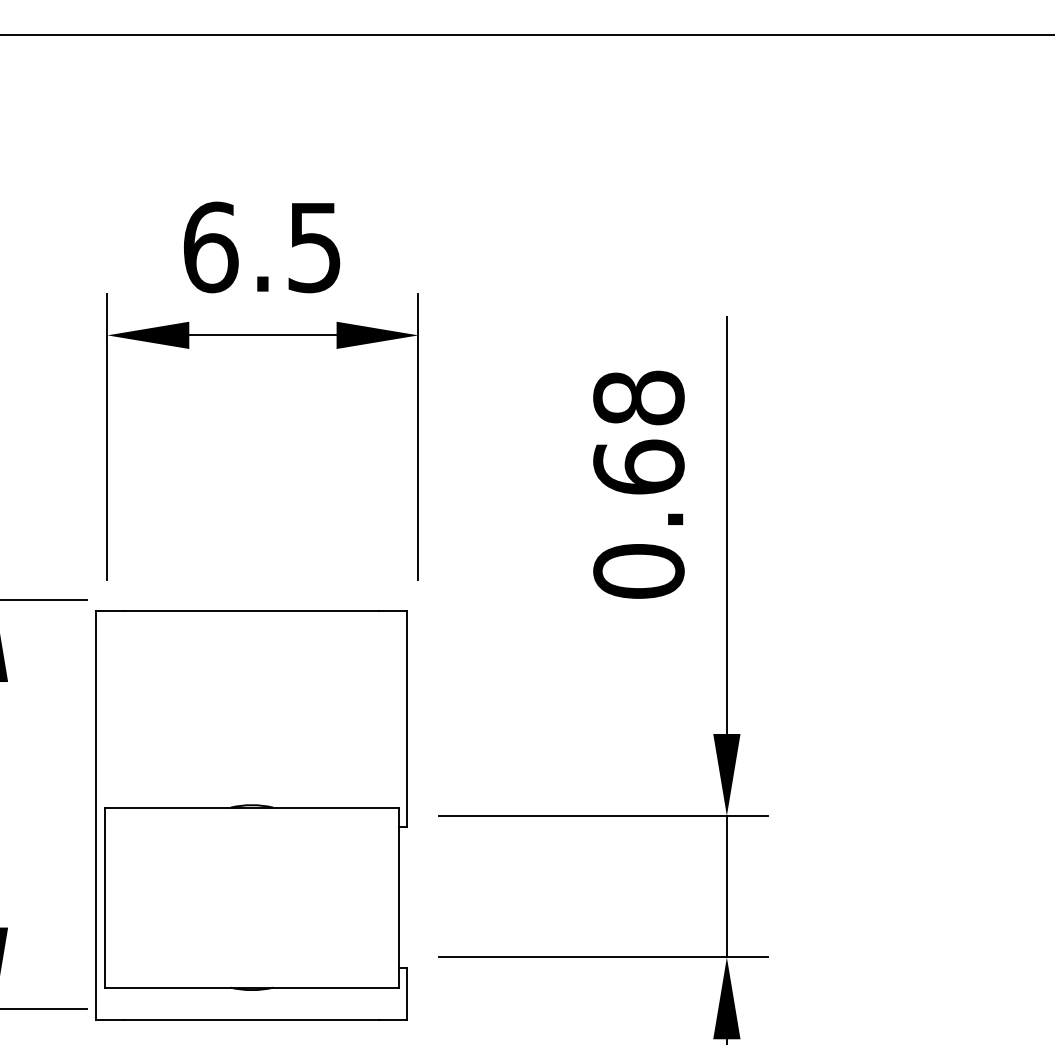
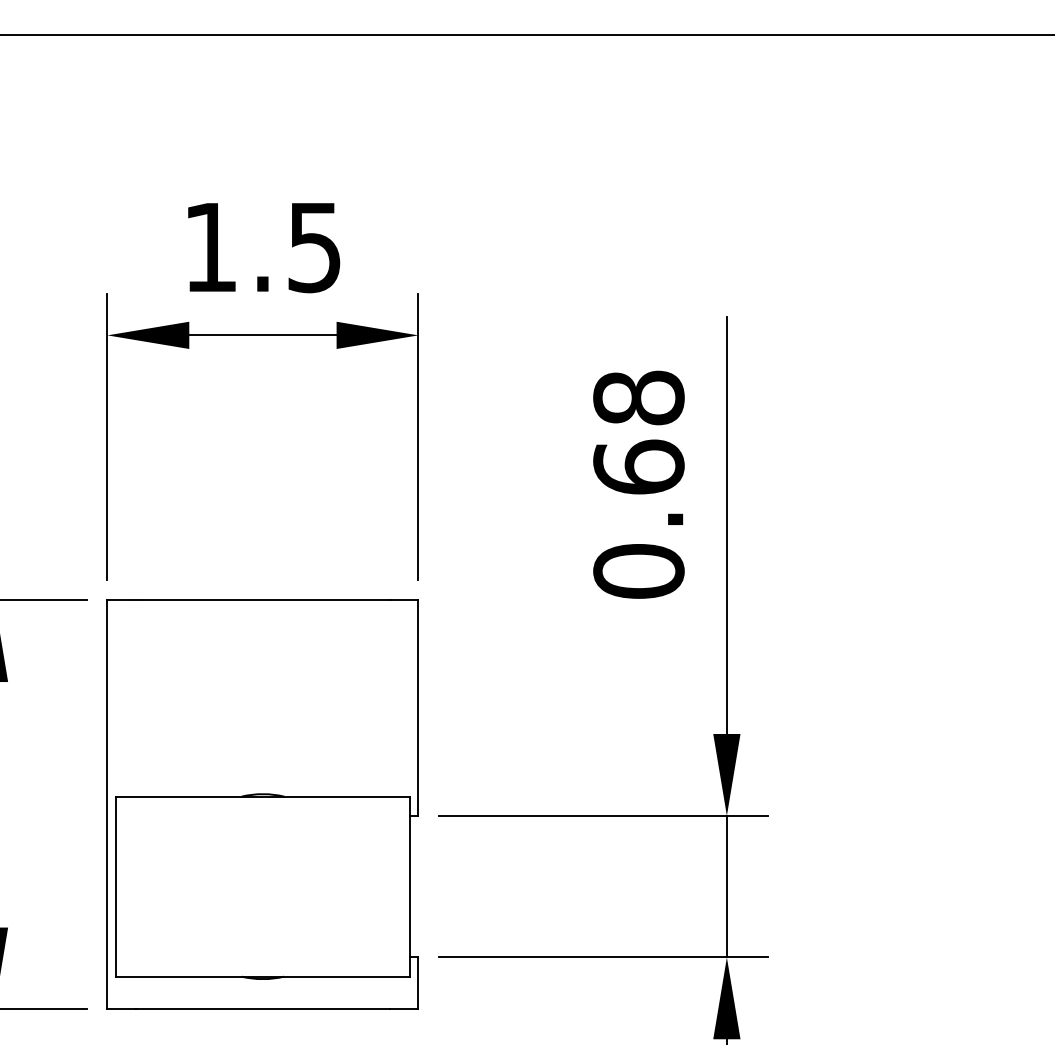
text at (210, 247): 6.5 -> 1.5
part at (251, 815) position: (251, 815) -> (262, 804)
